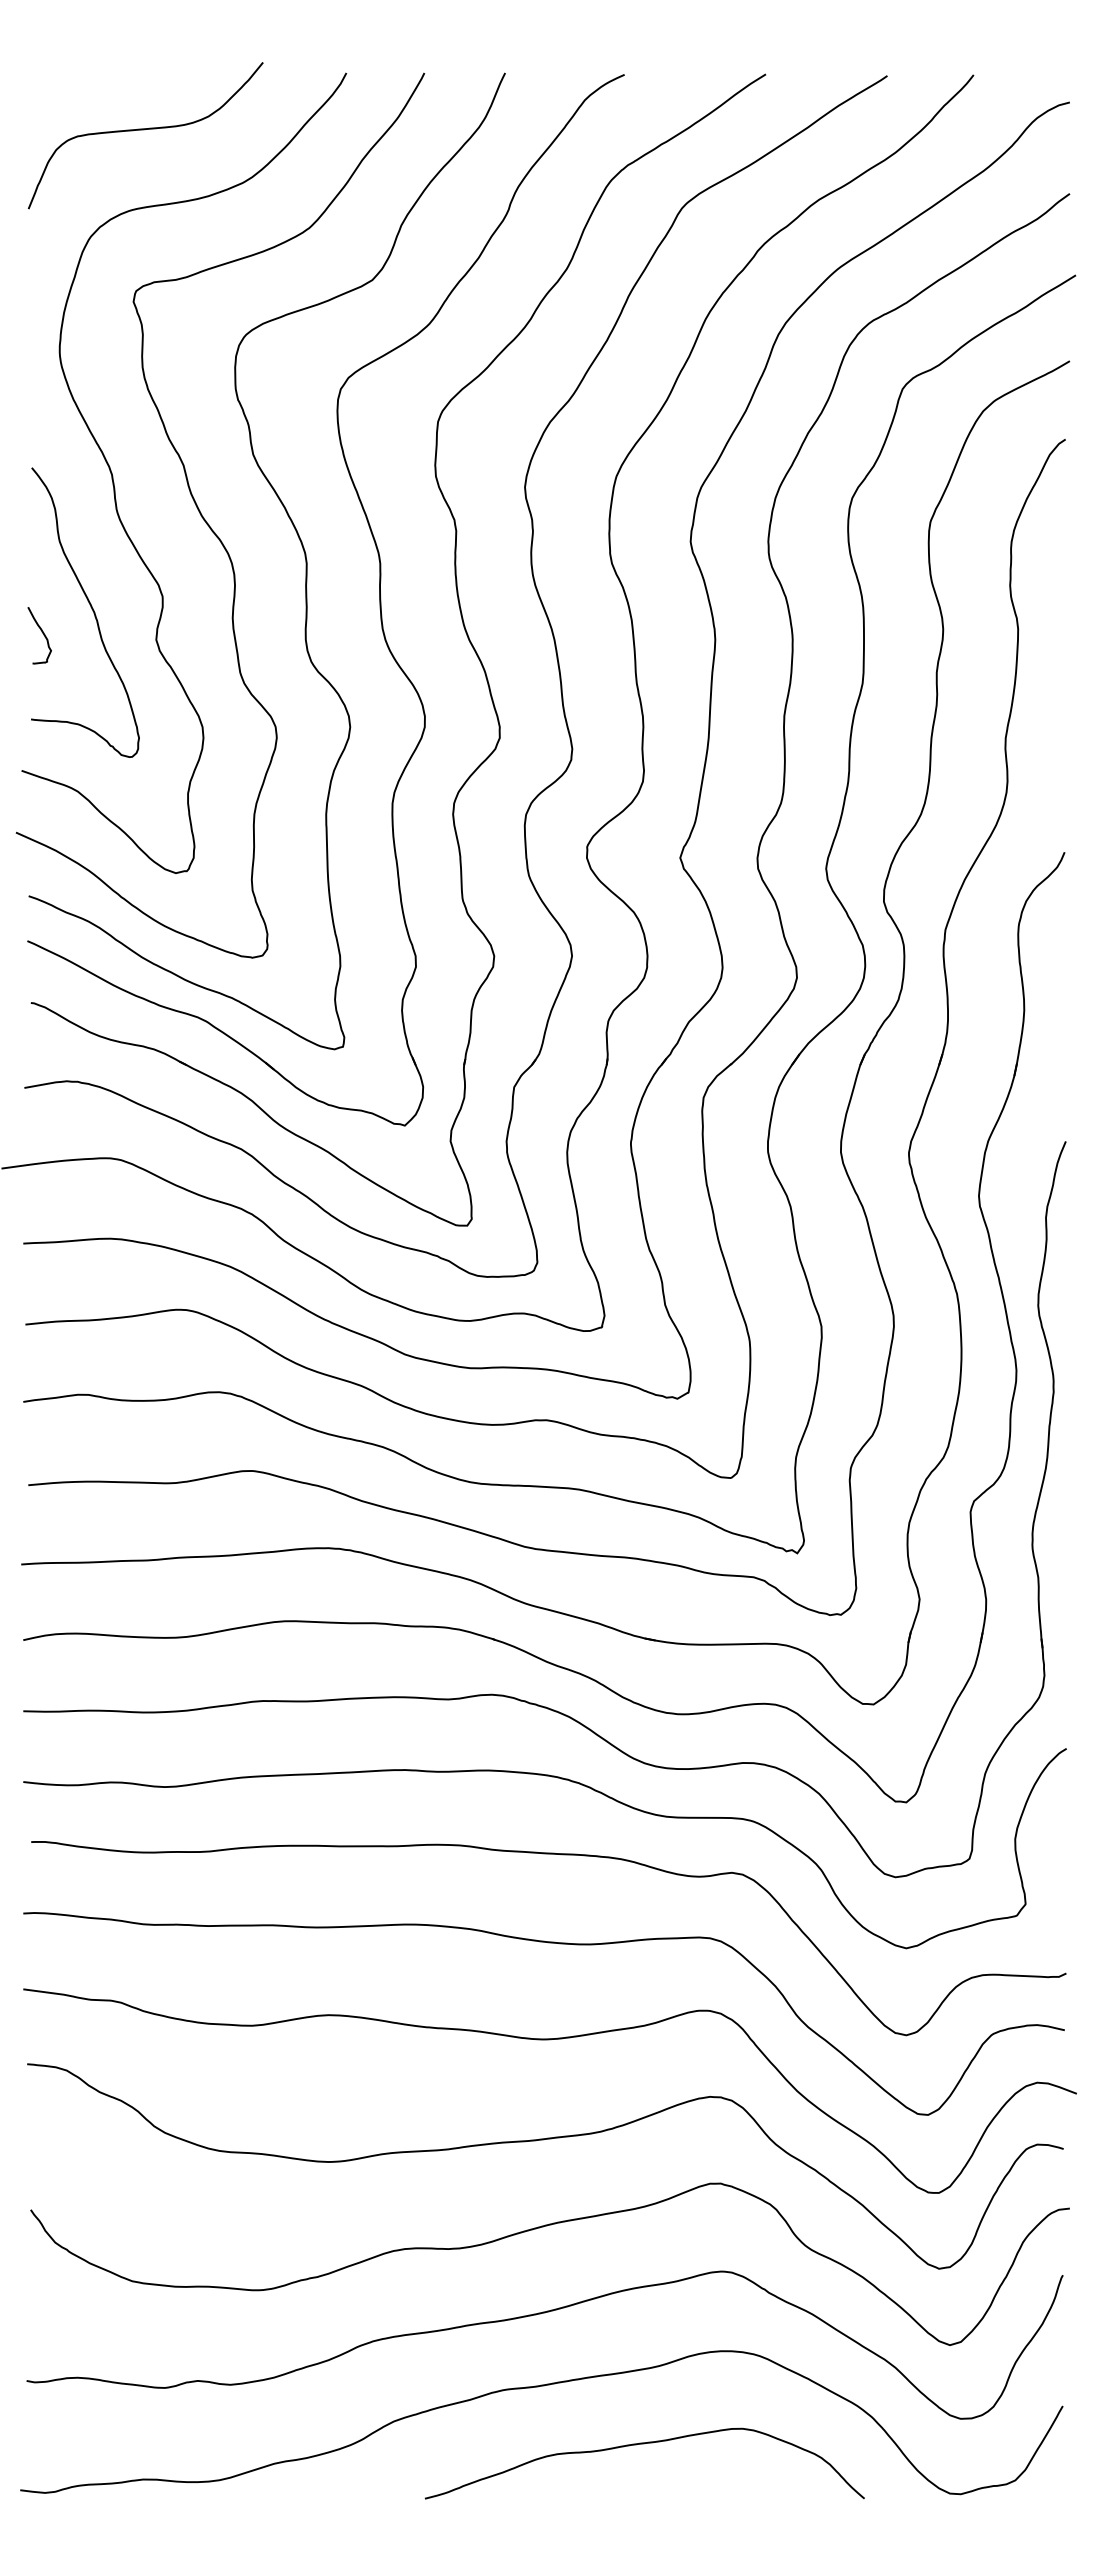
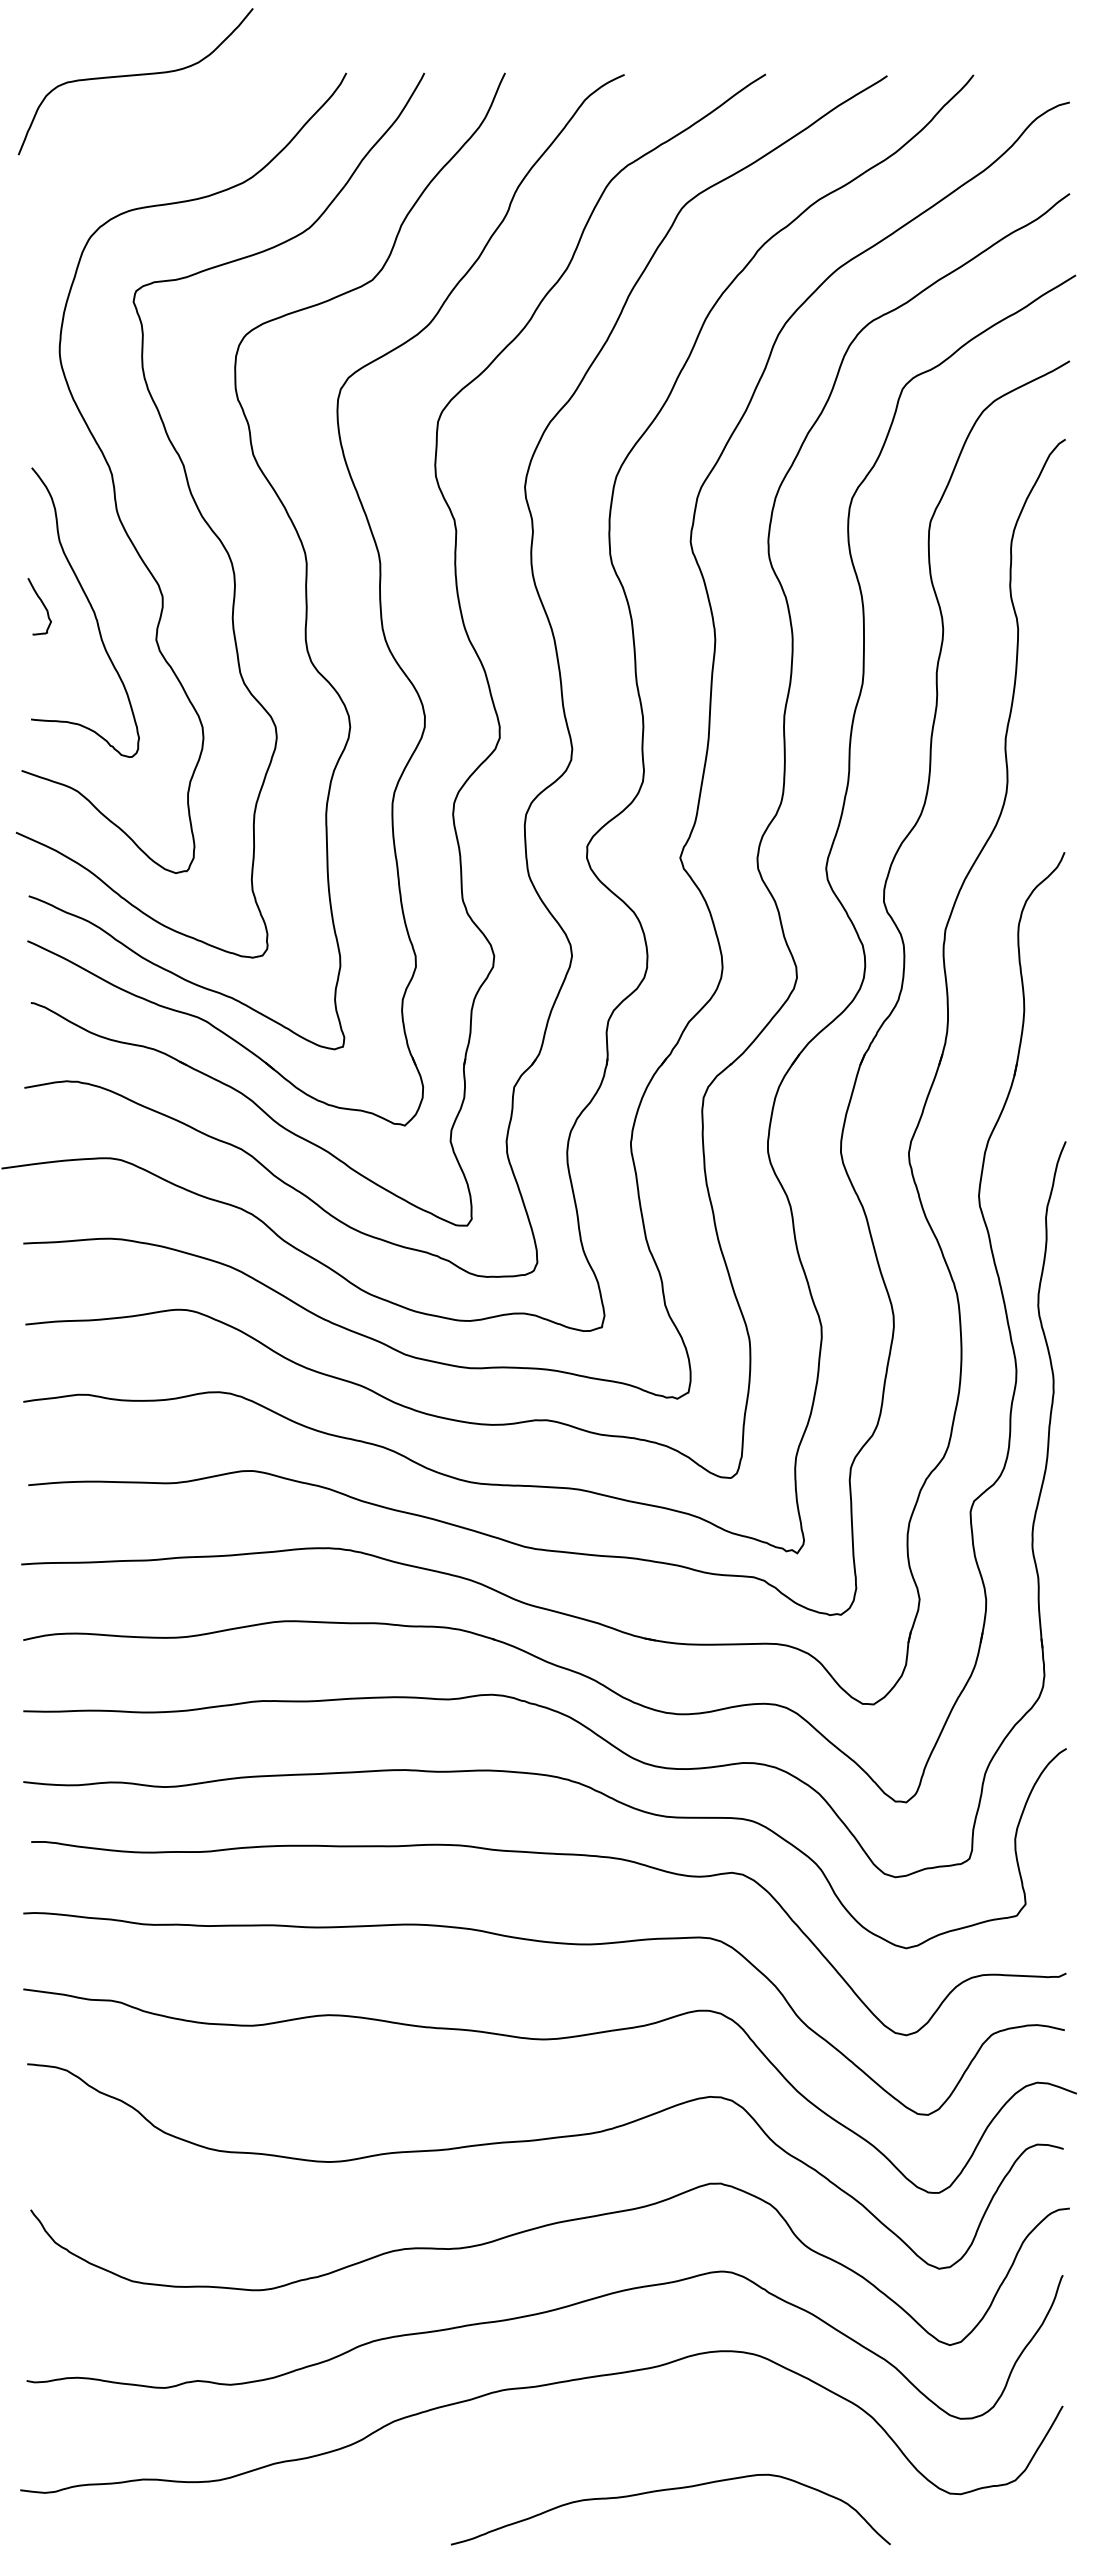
curve at (144, 130) position: (144, 130) -> (134, 76)
curve at (41, 632) position: (41, 632) -> (41, 603)
curve at (644, 2444) position: (644, 2444) -> (670, 2490)
